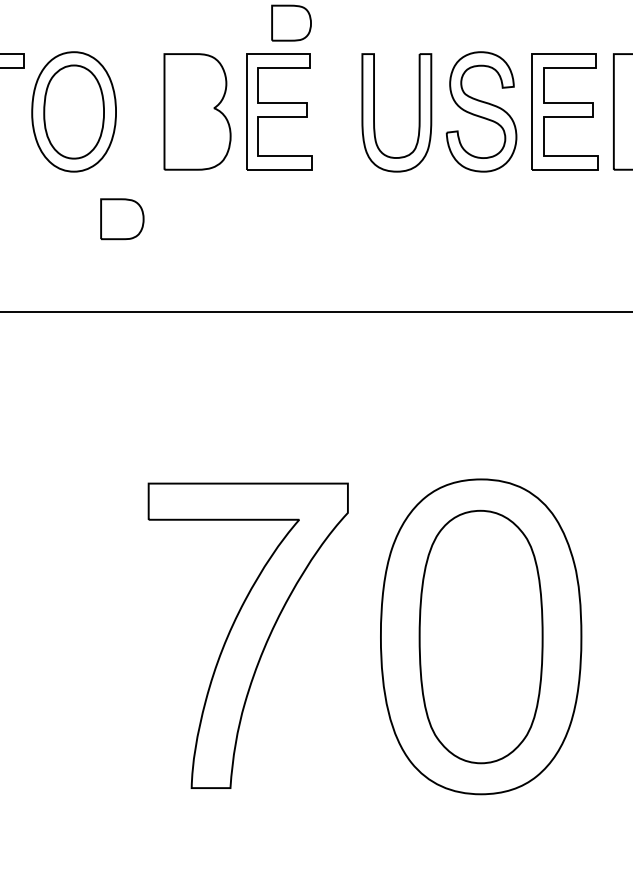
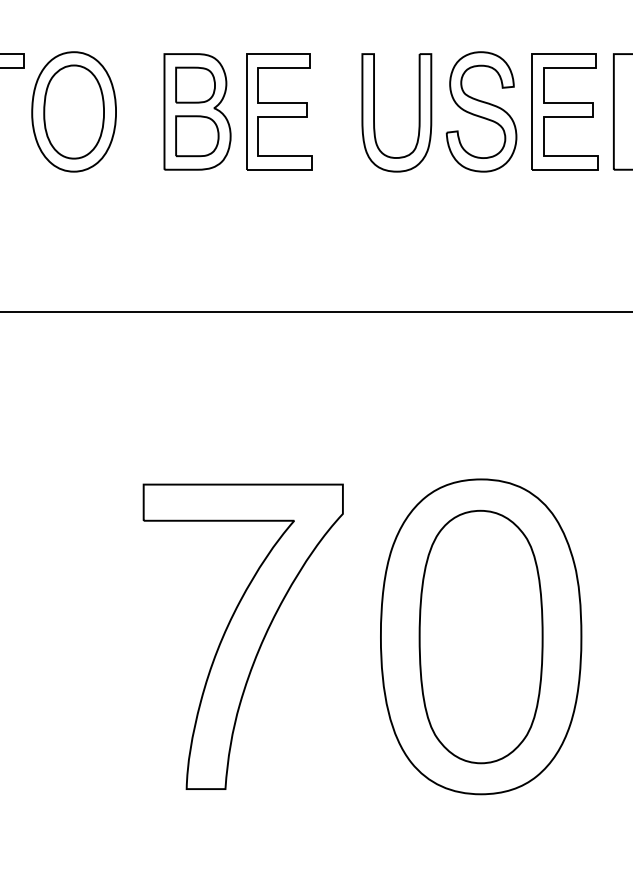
part at (291, 22) position: (291, 22) -> (195, 84)
part at (122, 219) position: (122, 219) -> (197, 136)
part at (247, 635) position: (247, 635) -> (242, 636)
